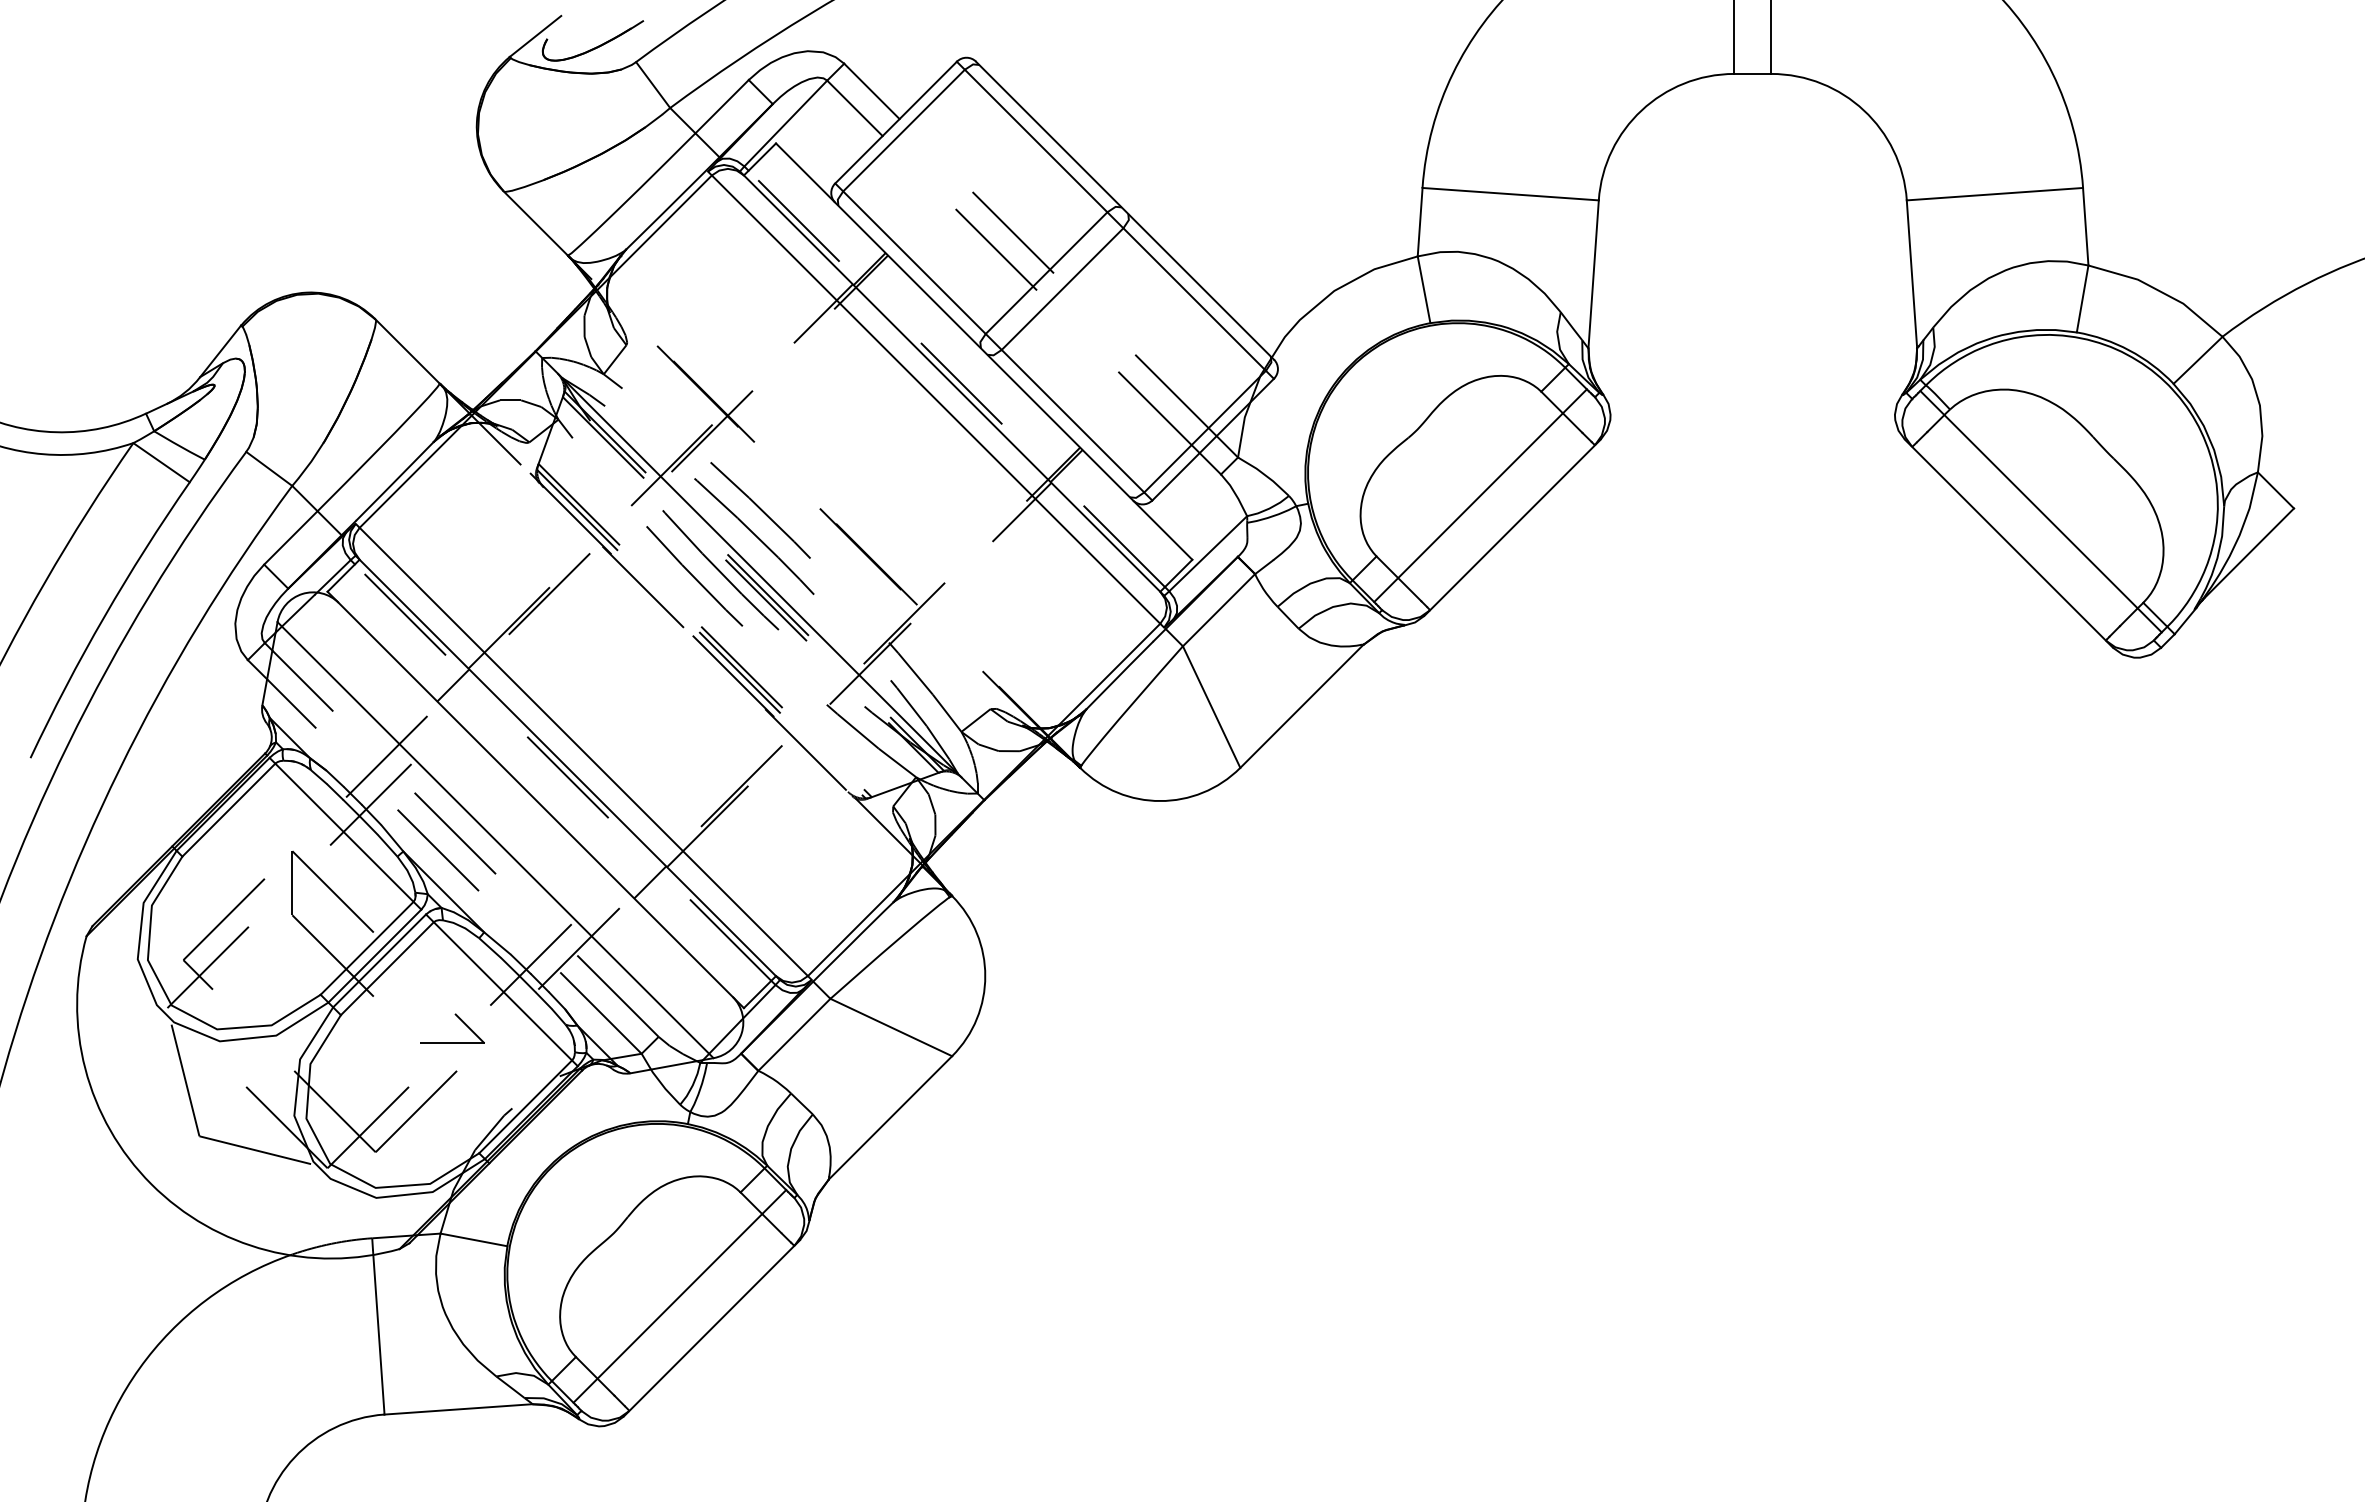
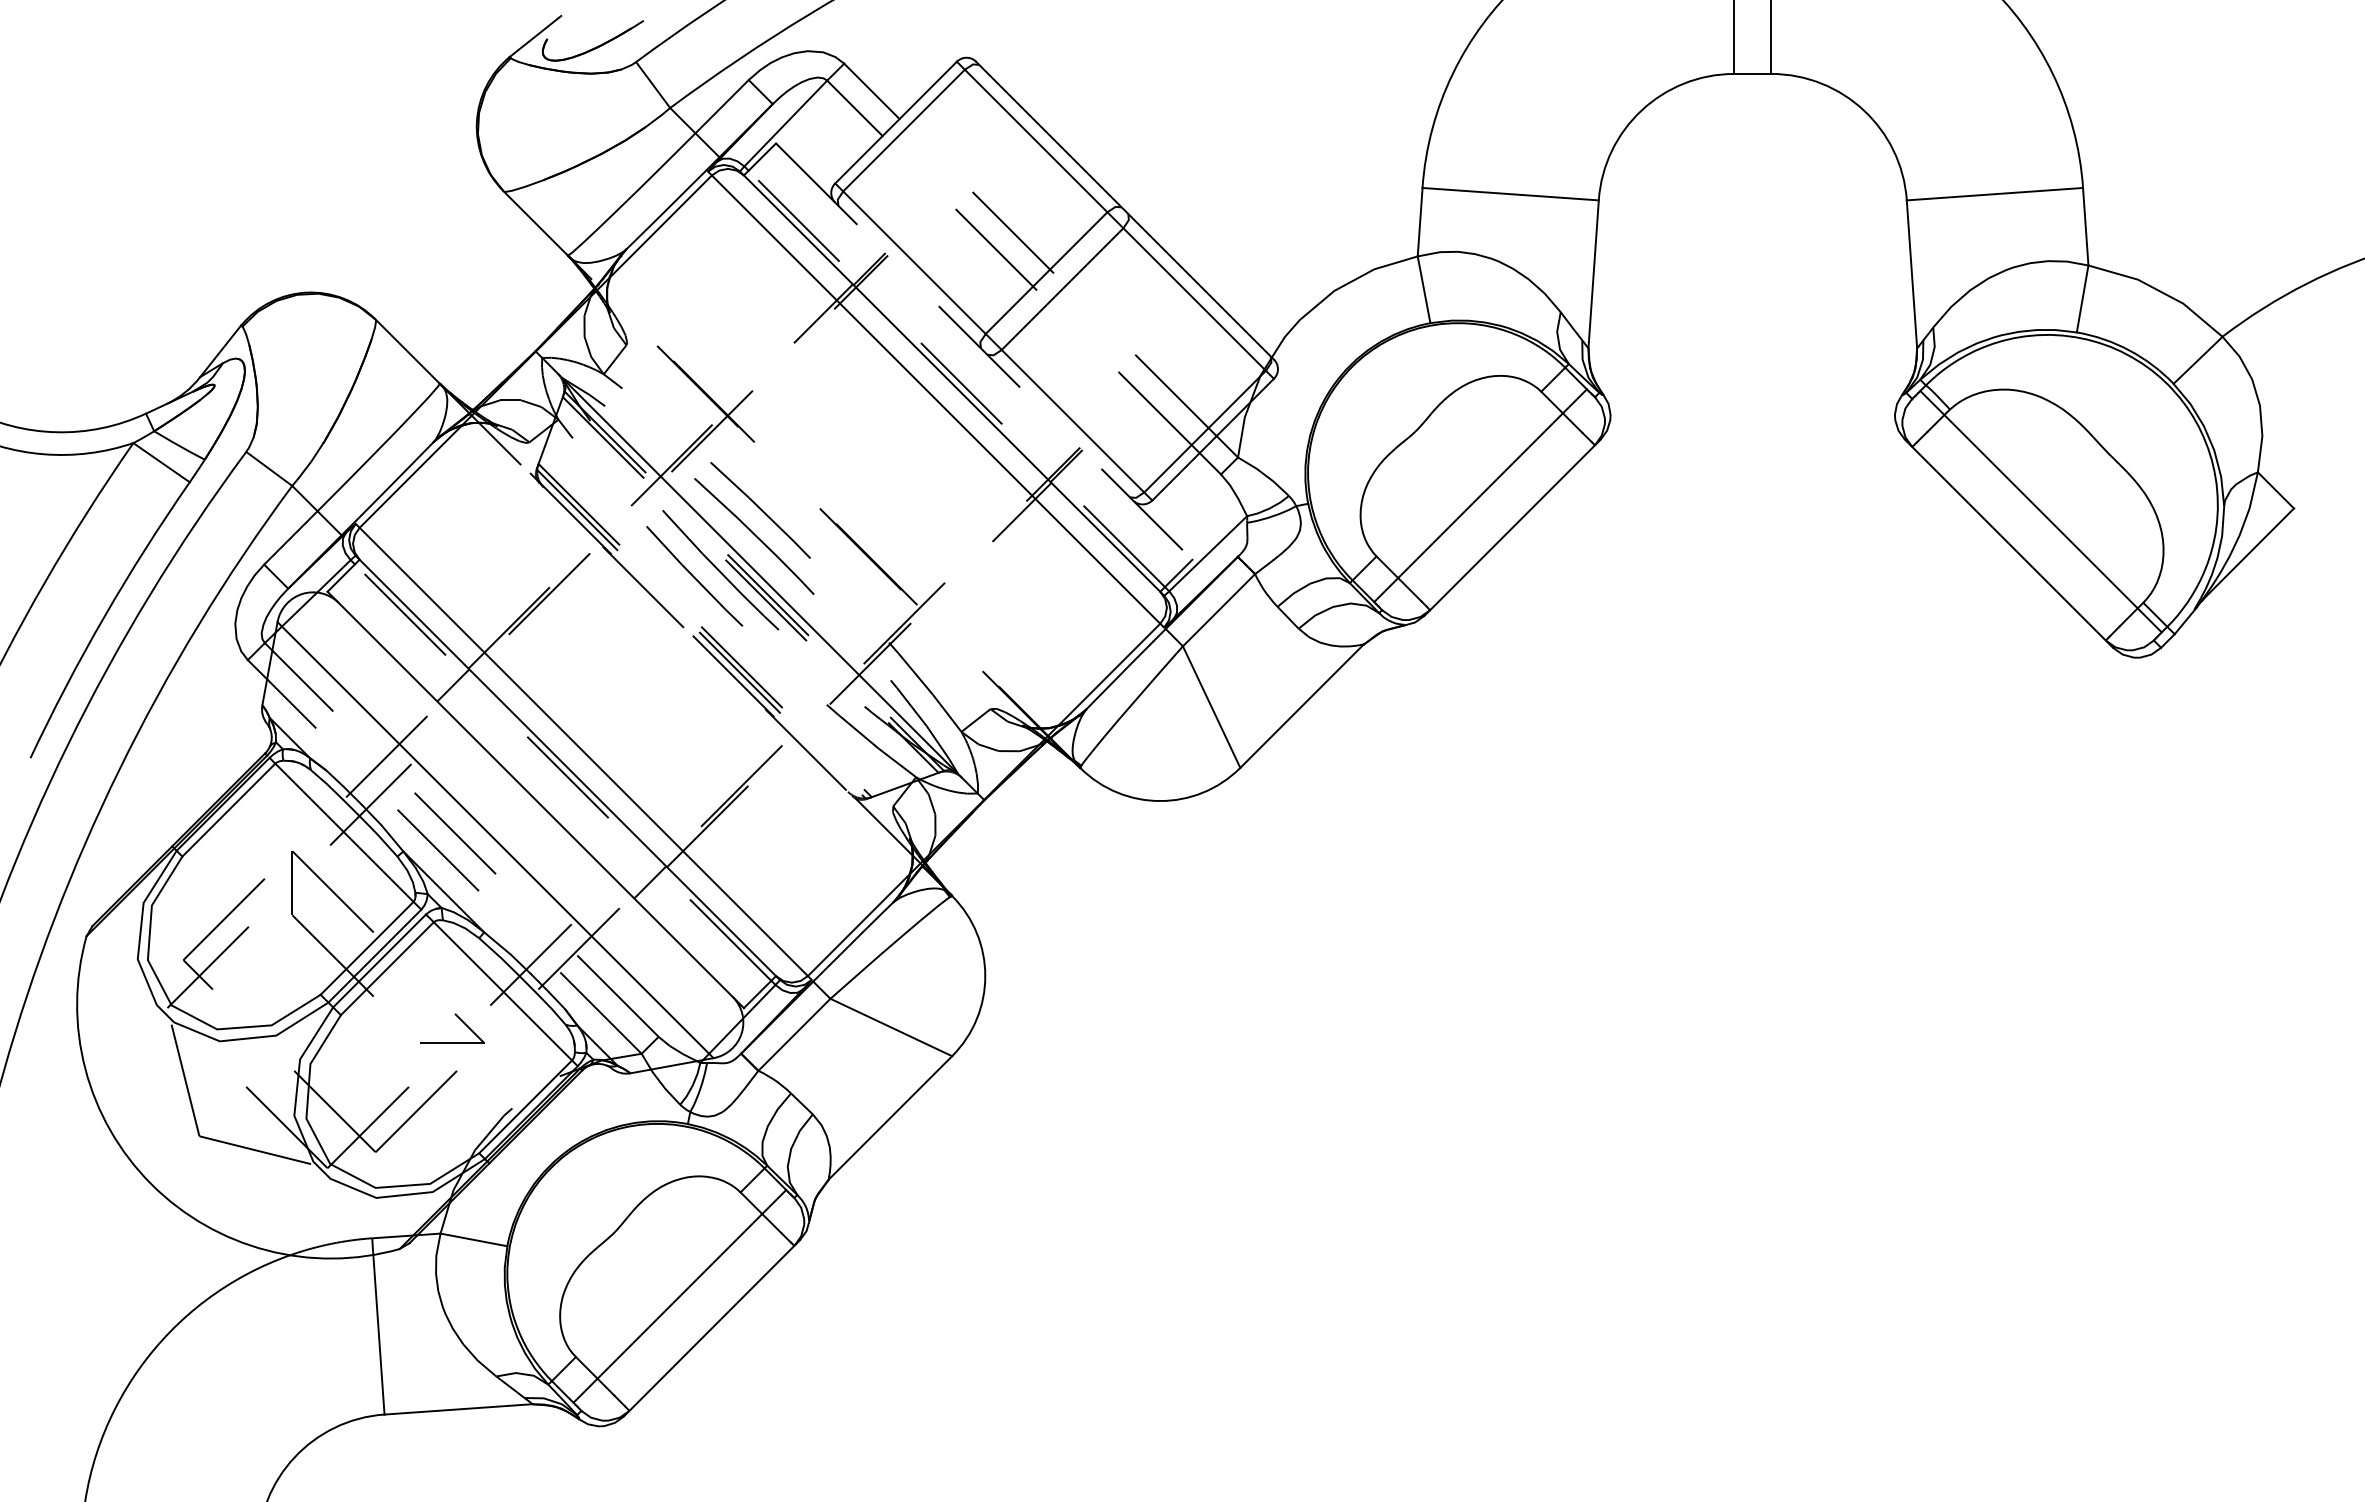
line at (984, 351): solid -> dashed
